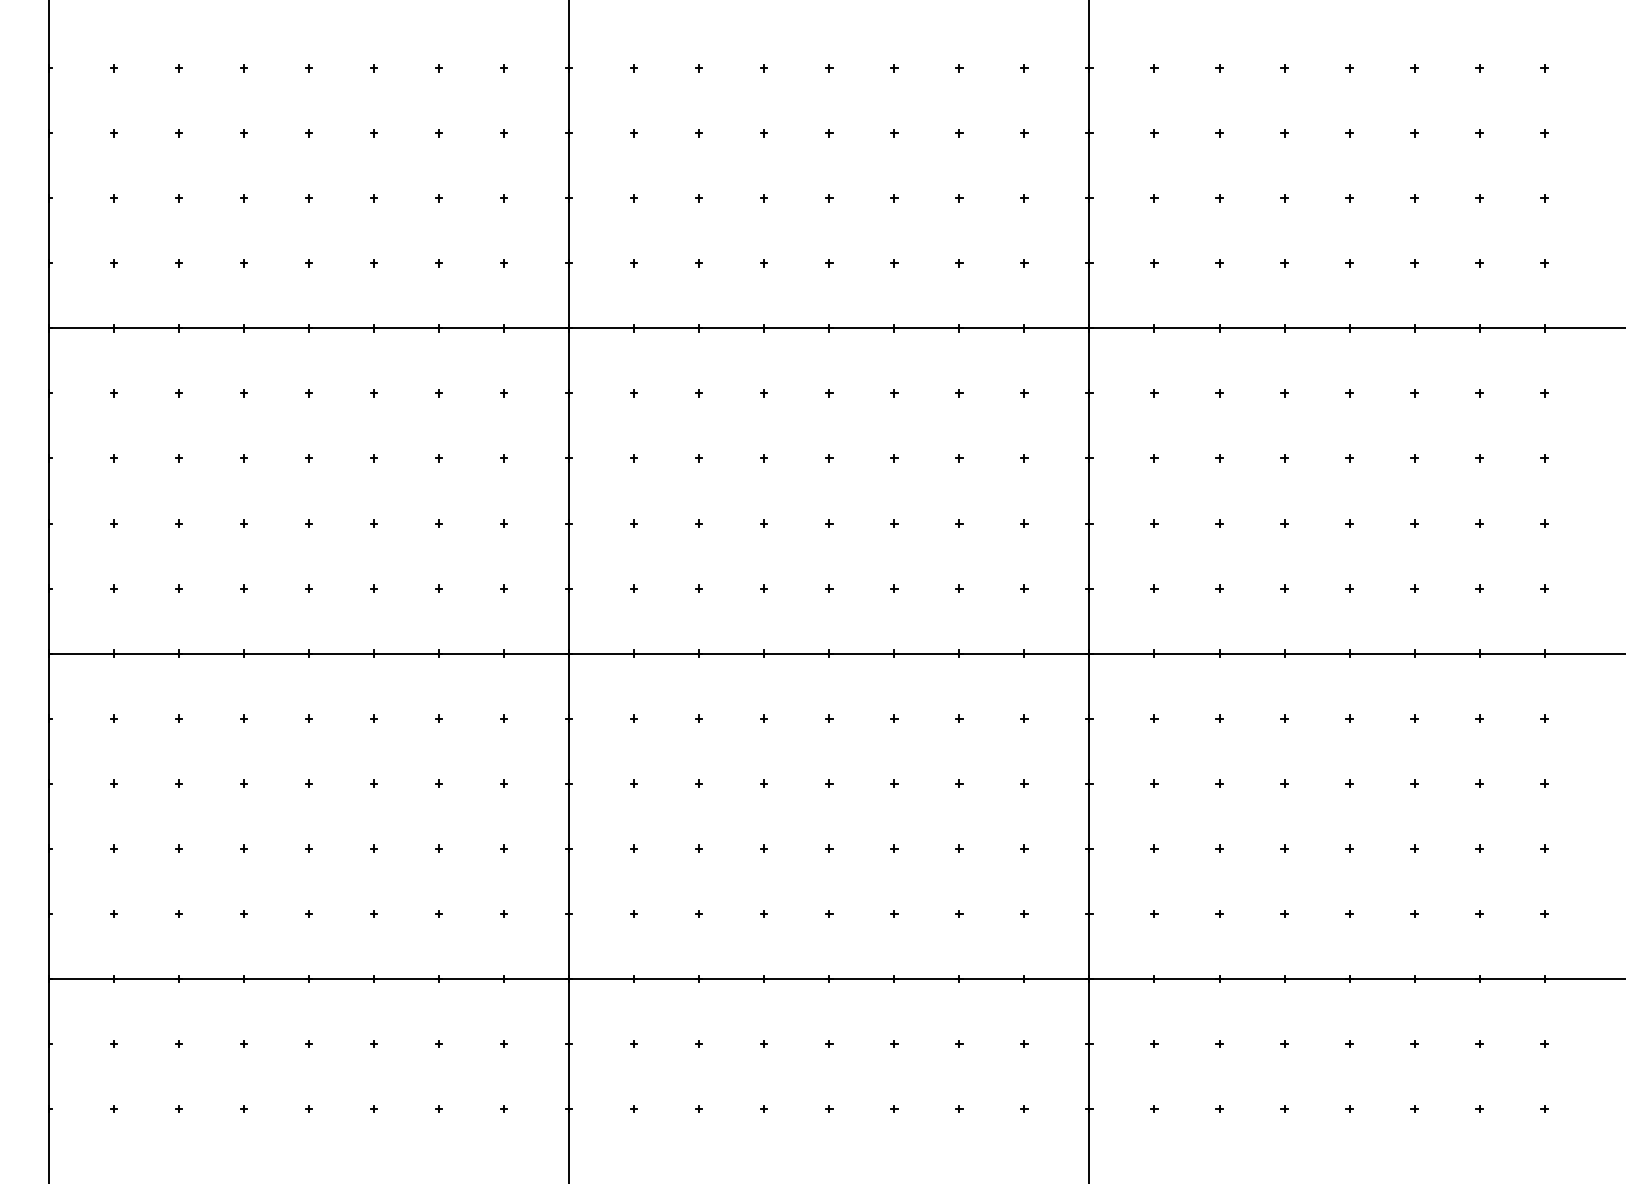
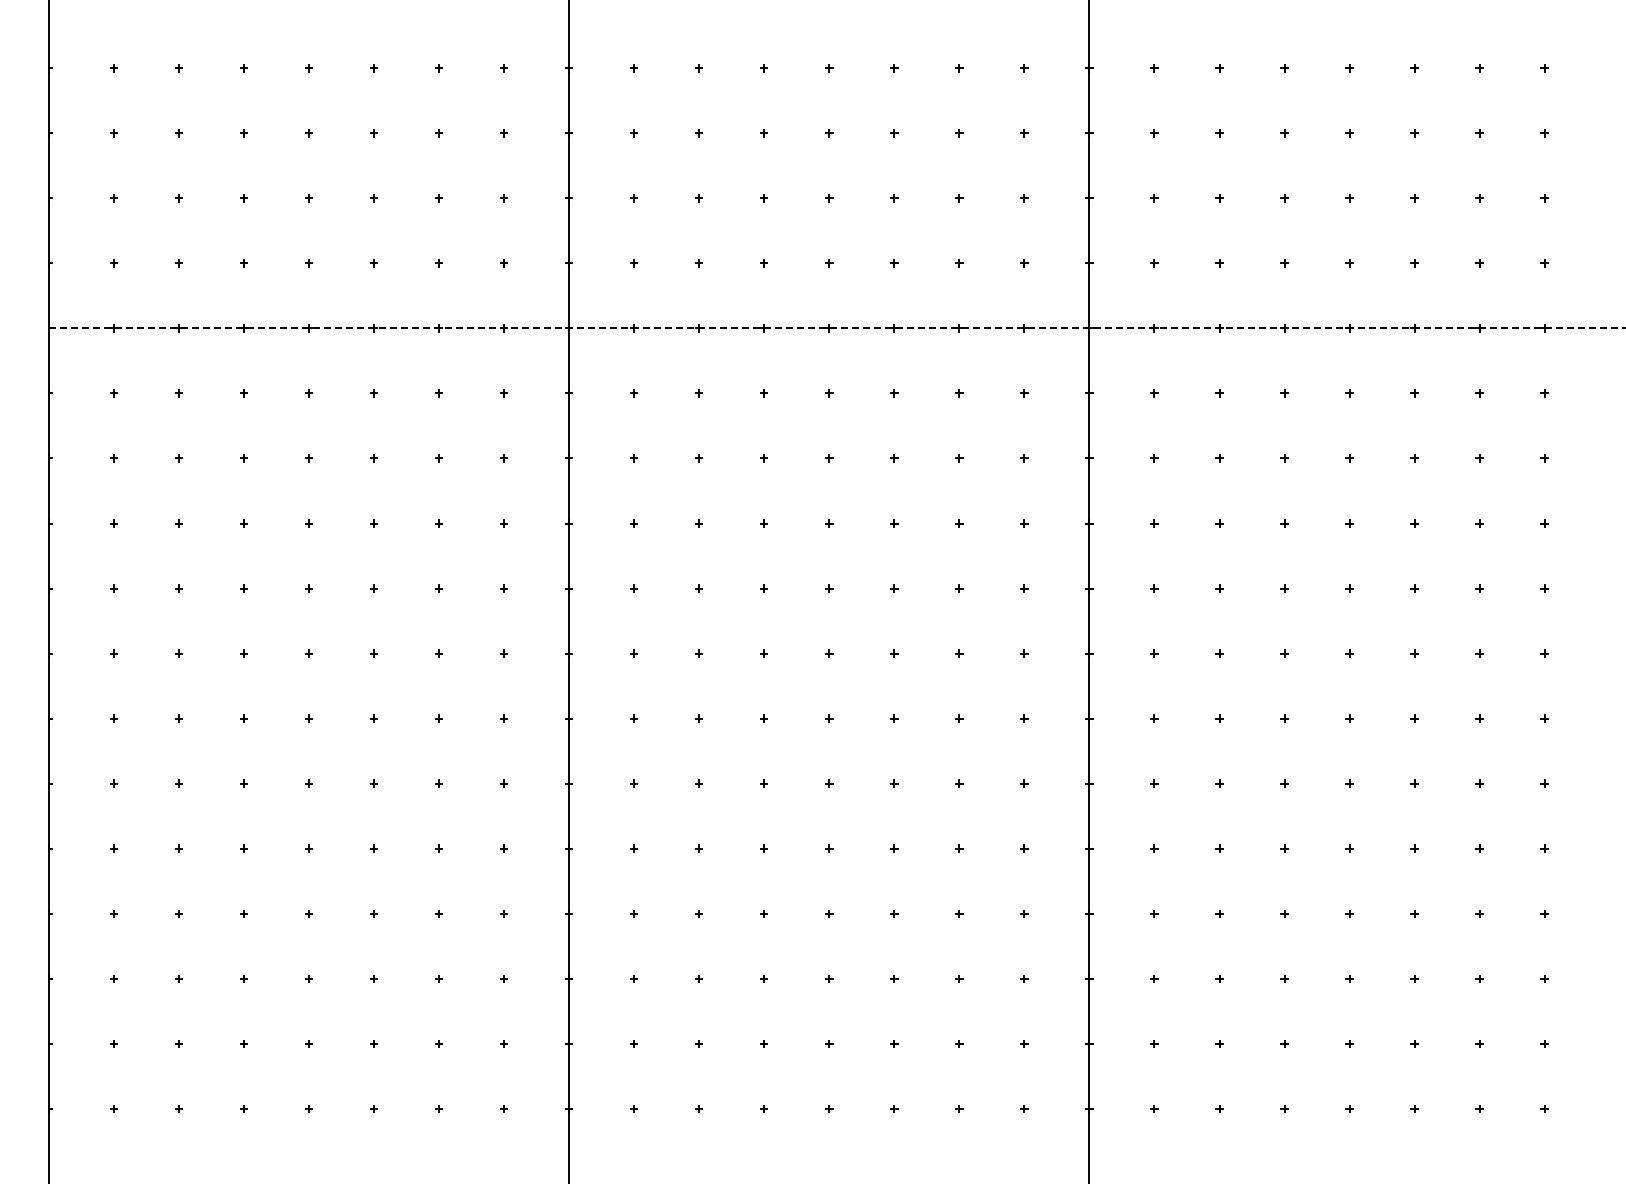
line at (837, 328): solid -> dashed
line at (835, 653): present -> none
line at (835, 978): present -> none
